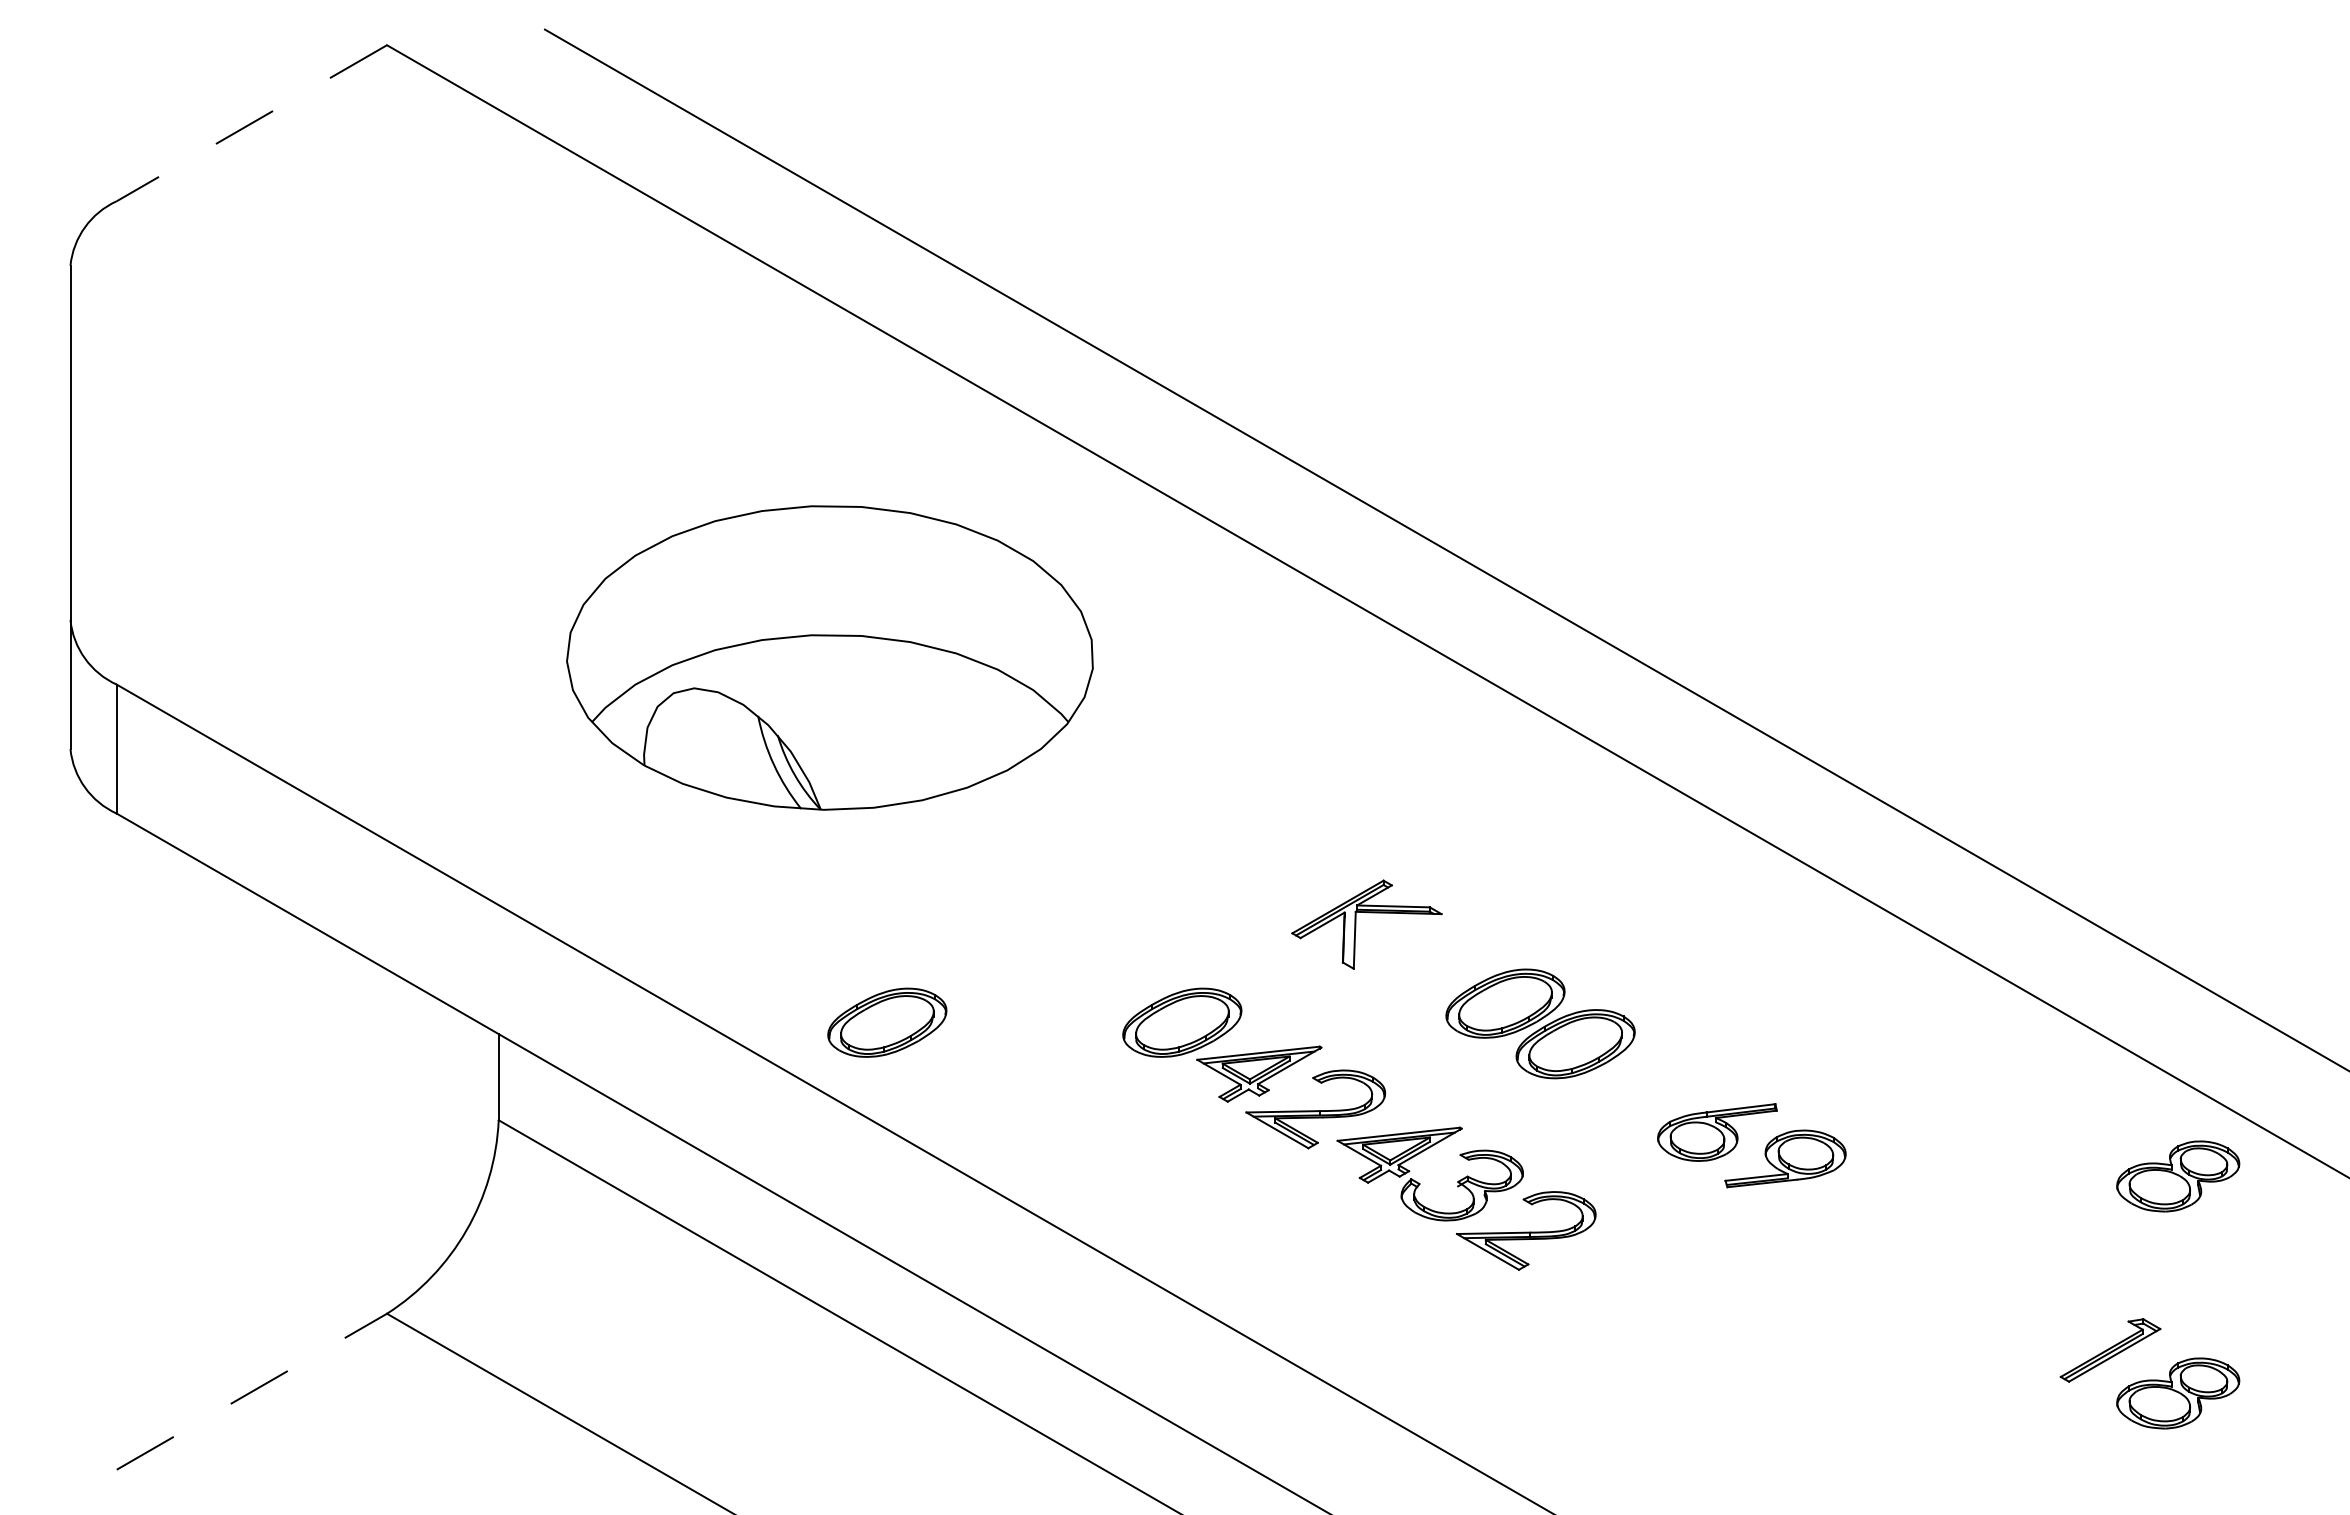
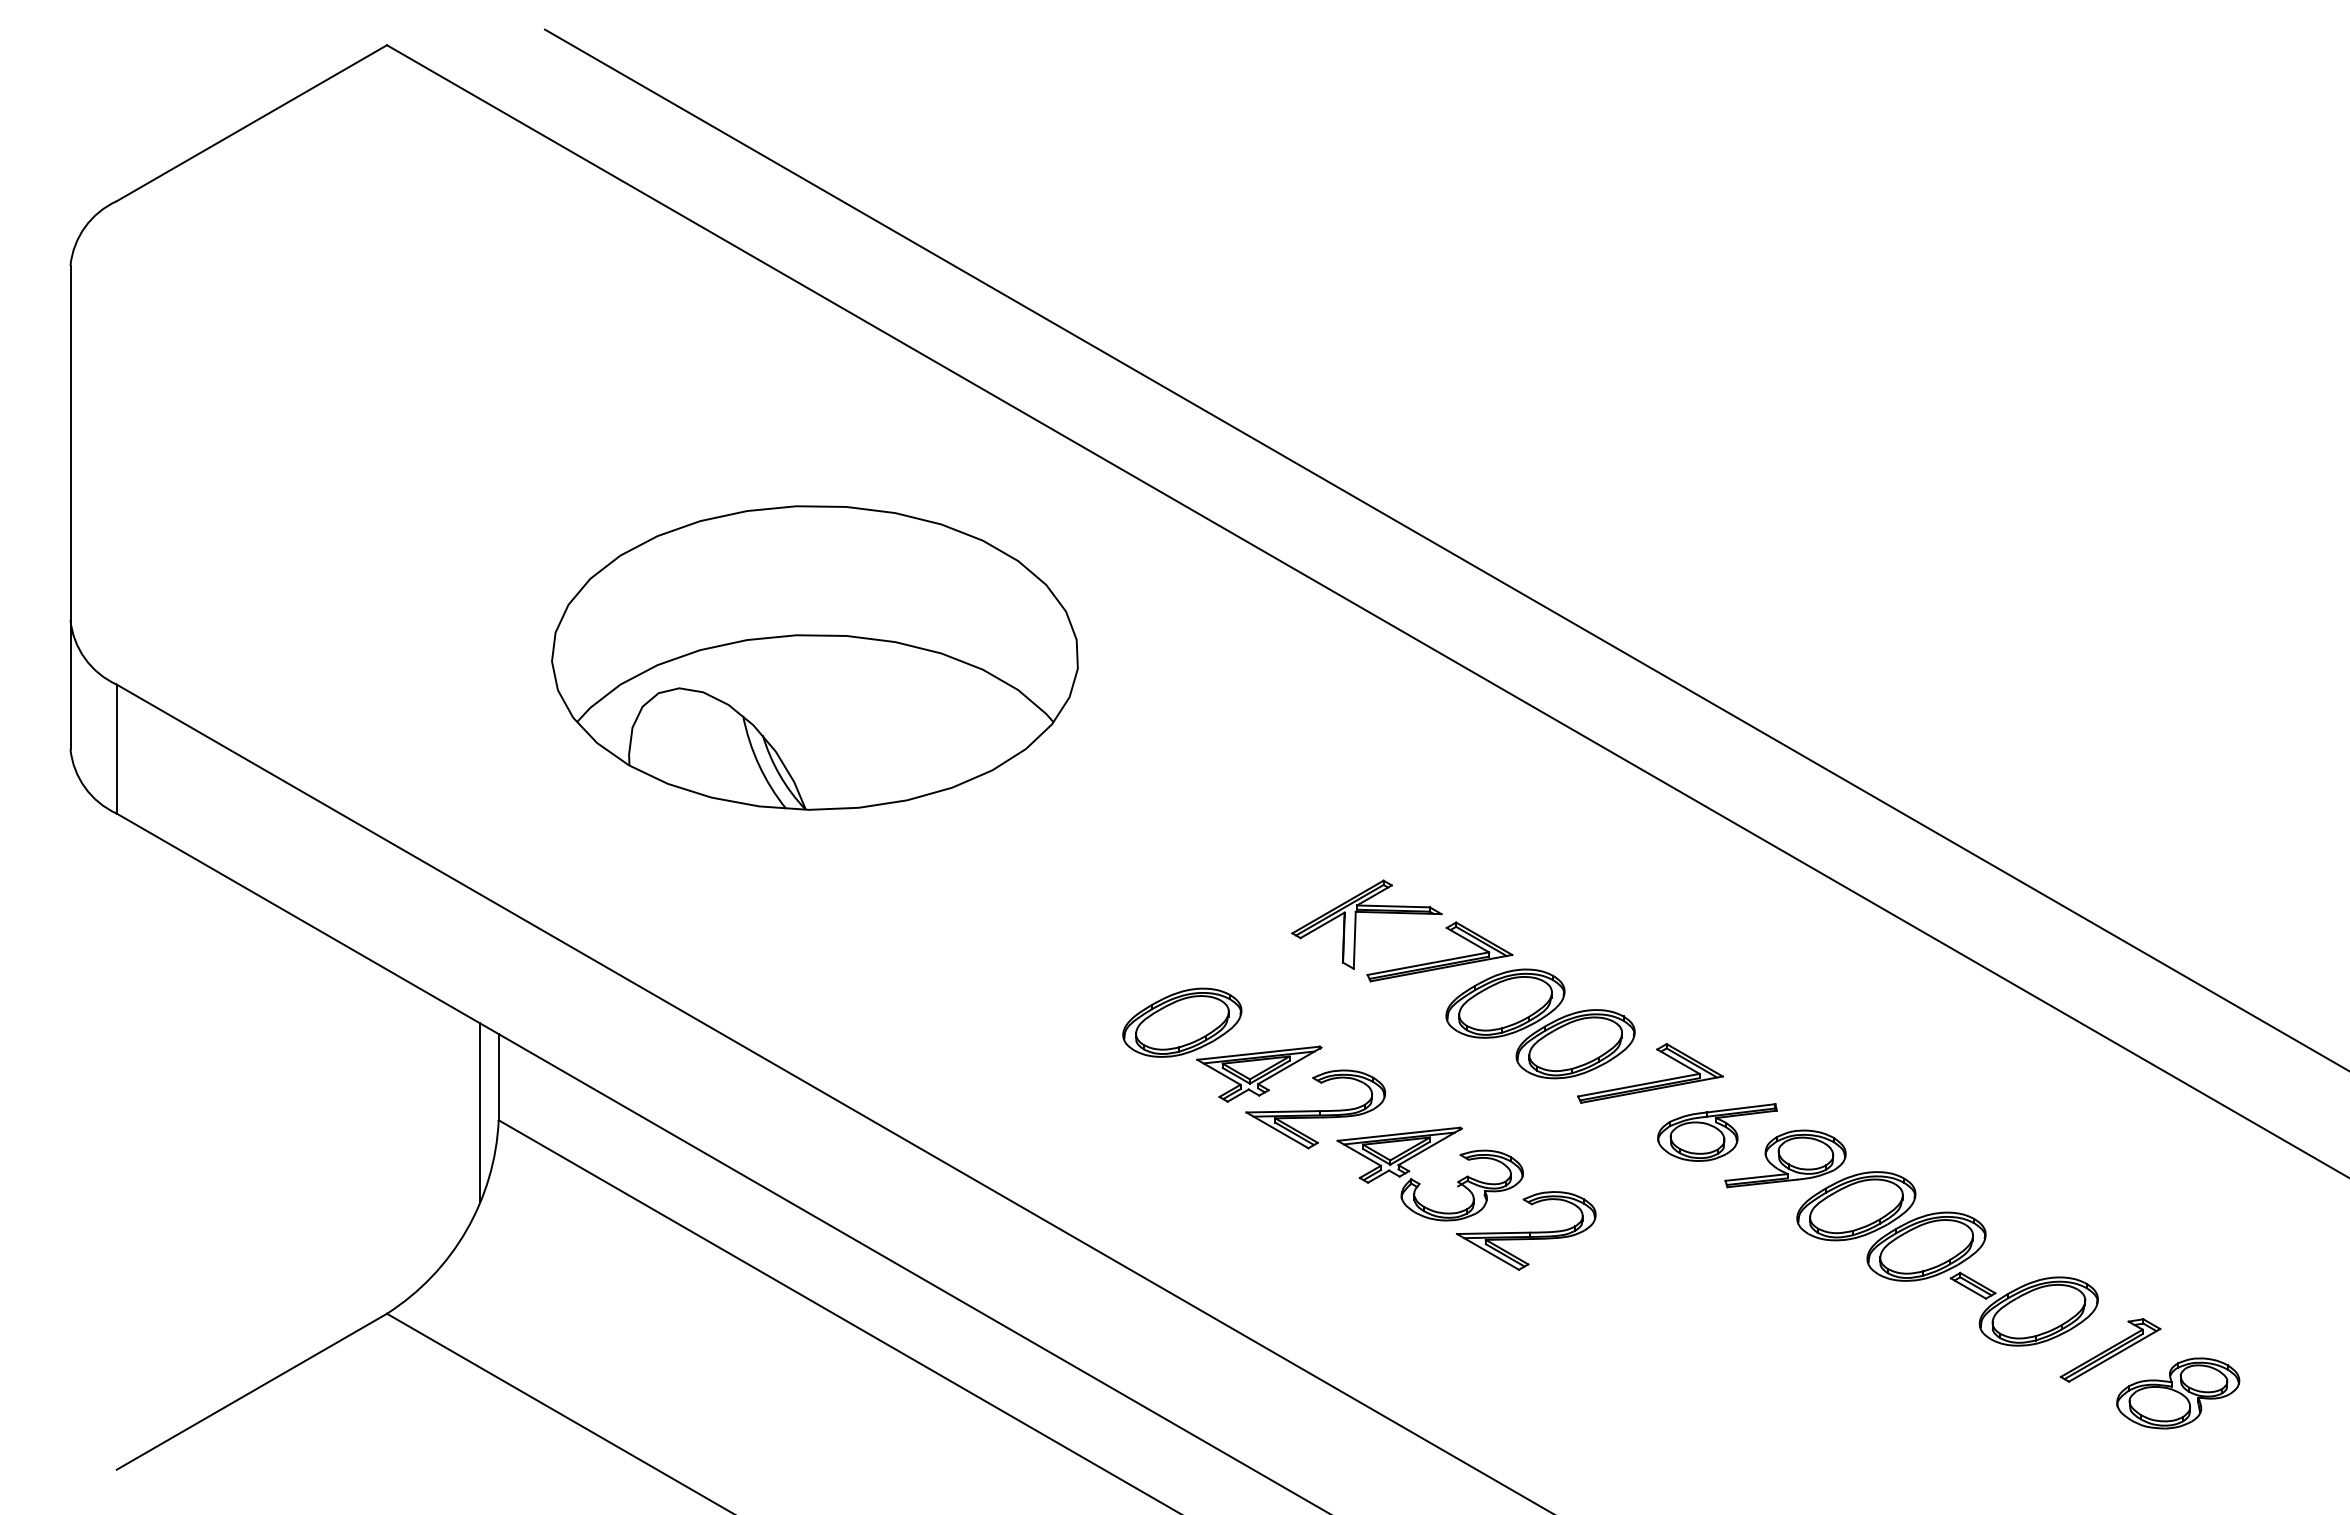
line at (251, 123): dashed -> solid
part at (829, 657) position: (829, 657) -> (814, 657)
part at (1443, 959): none -> present
part at (887, 1022): present -> none
part at (1651, 1081): none -> present
line at (480, 1112): none -> present
part at (2178, 1176): present -> none
part at (1947, 1258): none -> present
line at (252, 1391): dashed -> solid
